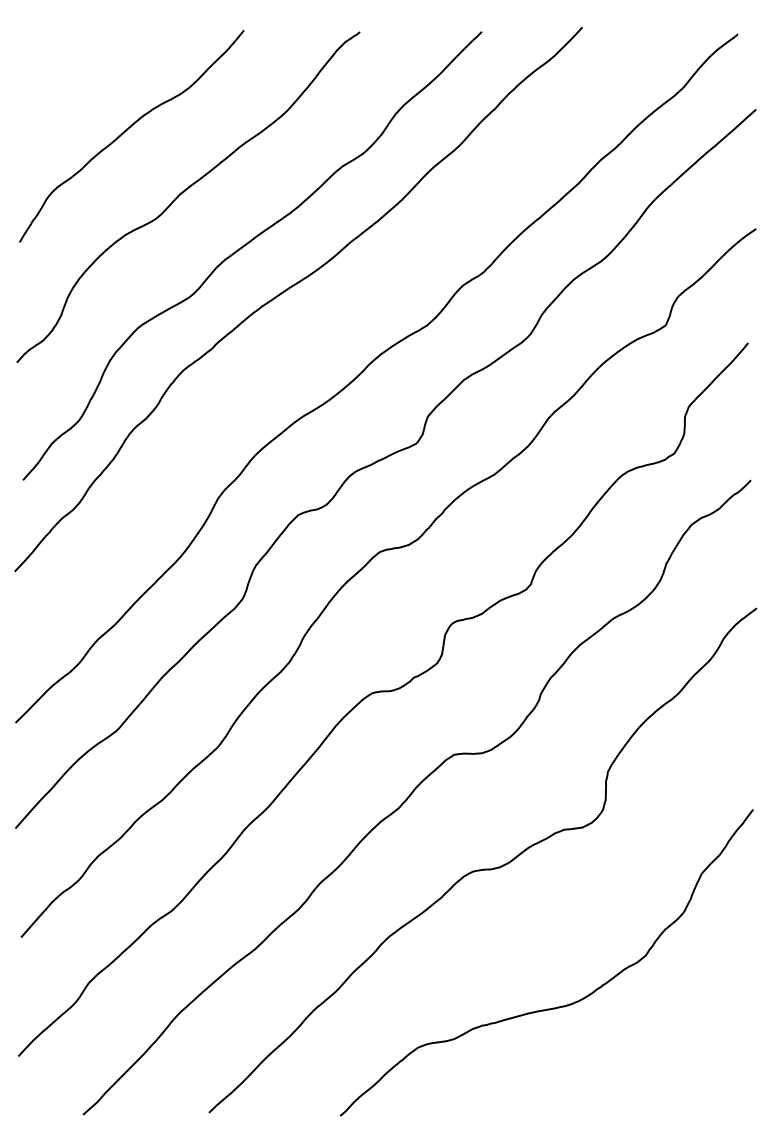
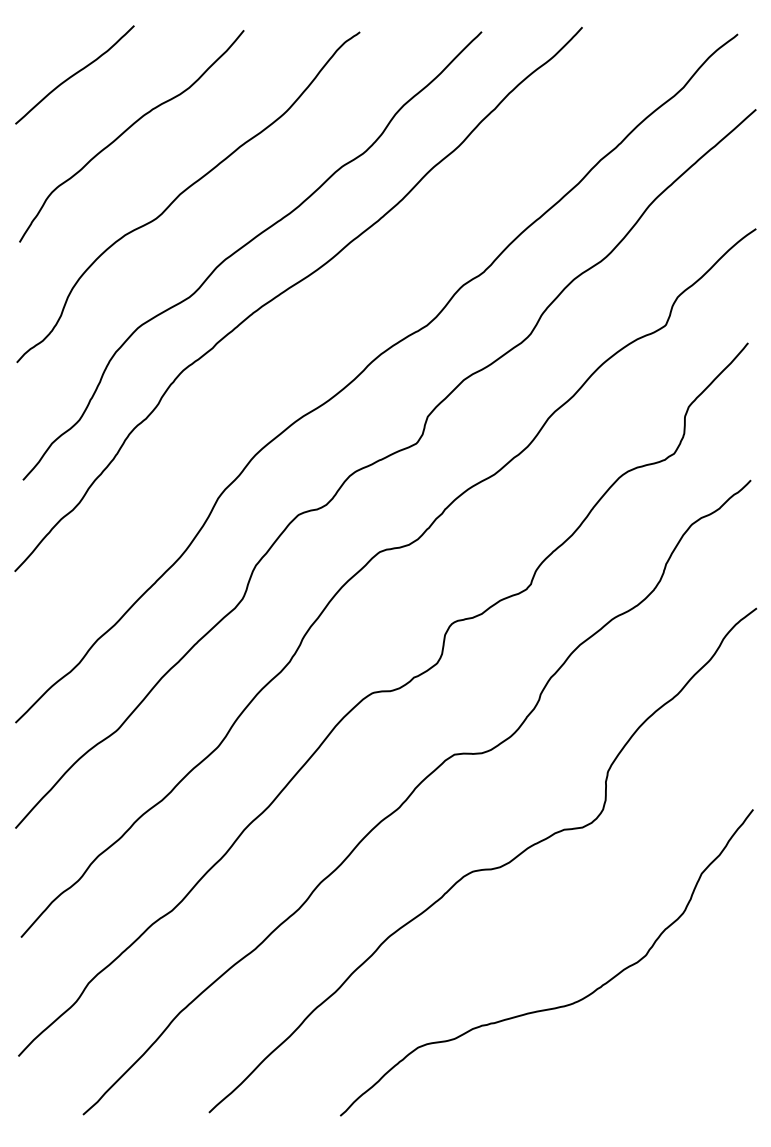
curve at (74, 74): none -> present
